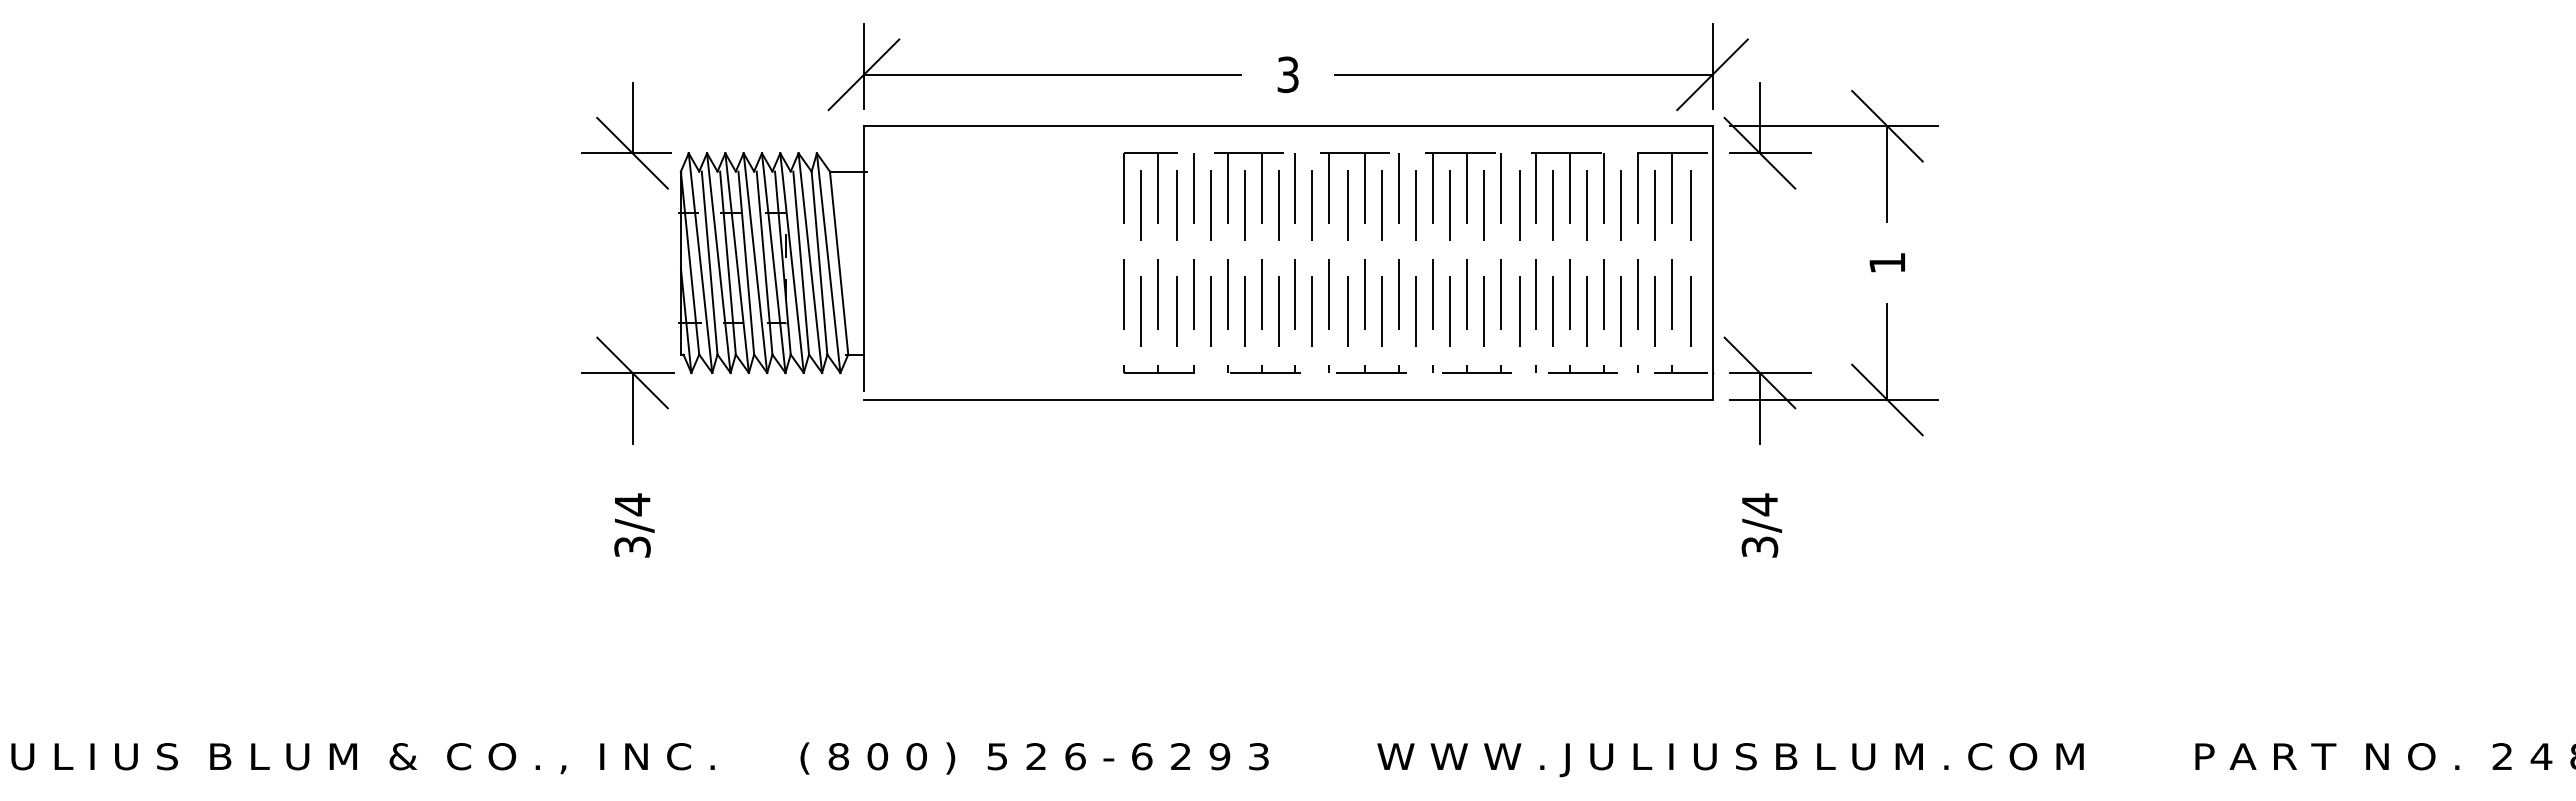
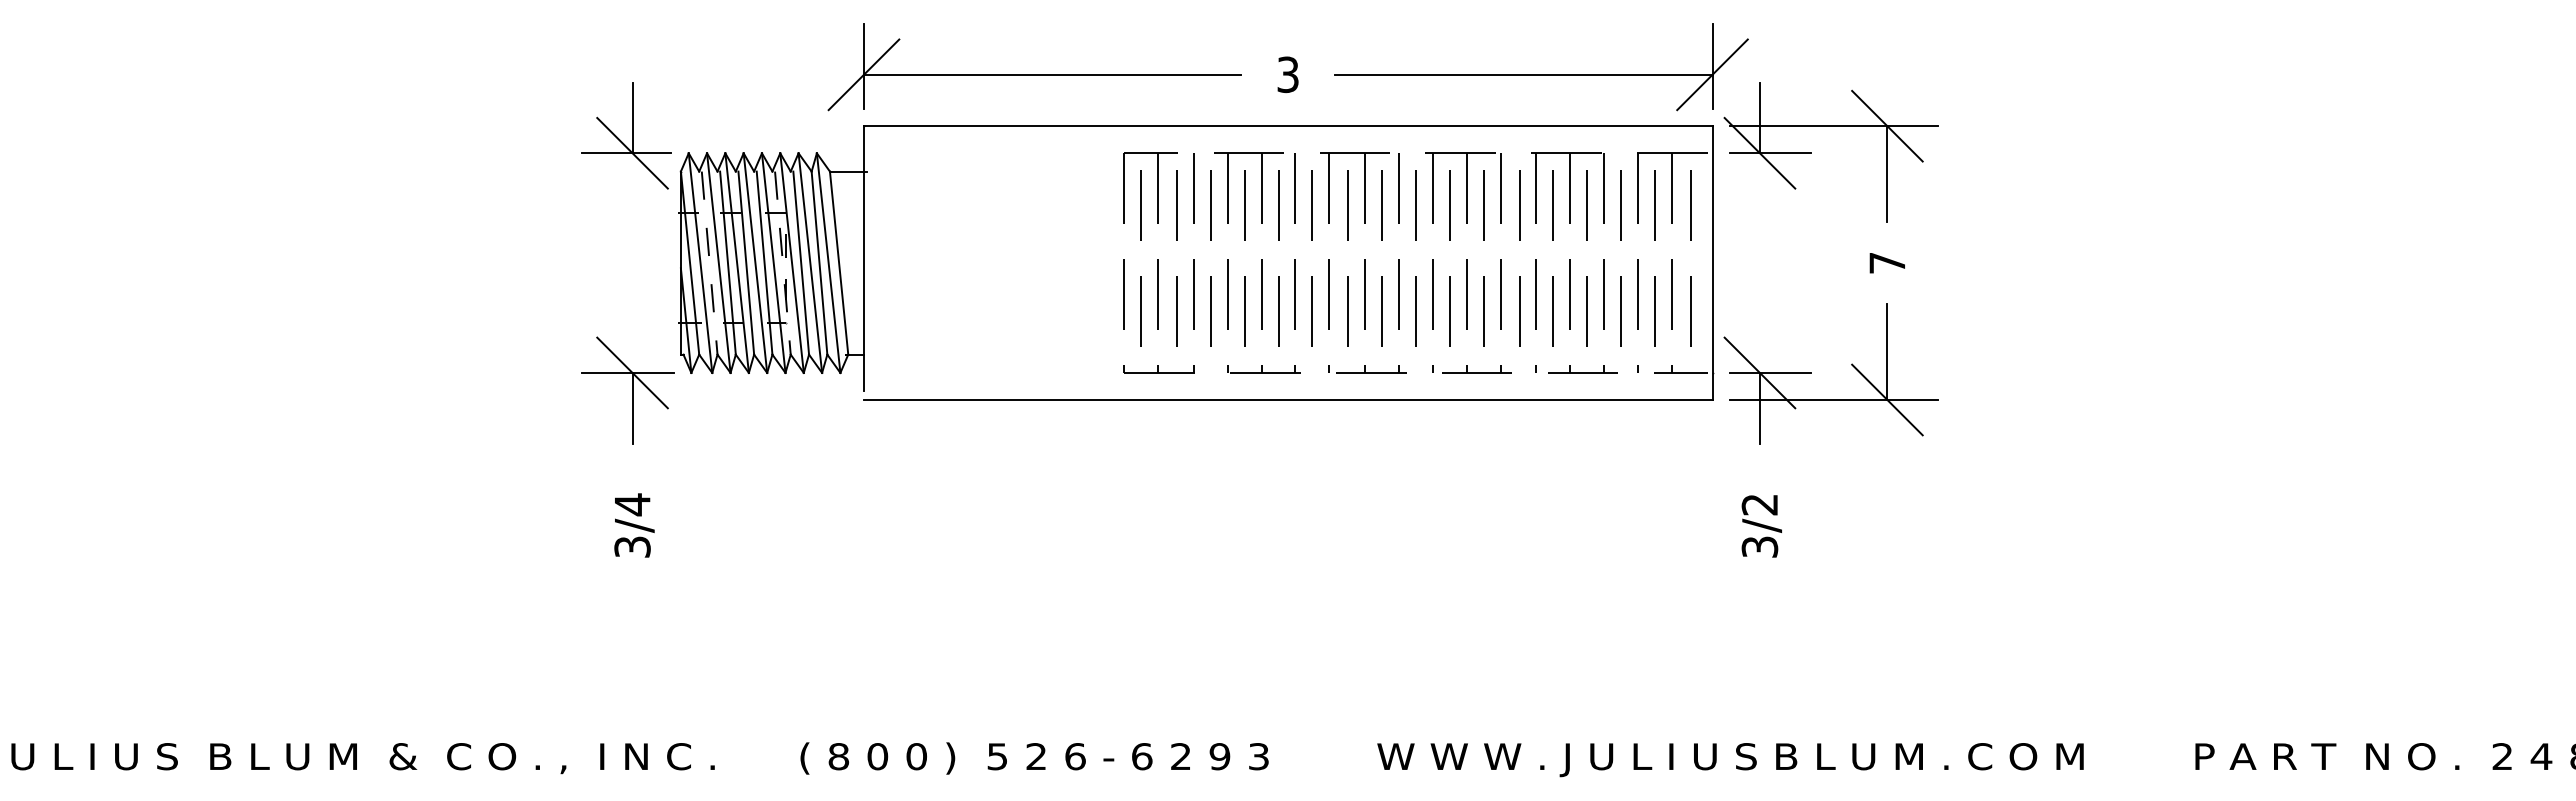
line at (709, 263): solid -> dashed
line at (782, 263): solid -> dashed
text at (1886, 263): 1 -> 7
text at (1759, 504): 3/4 -> 3/2
